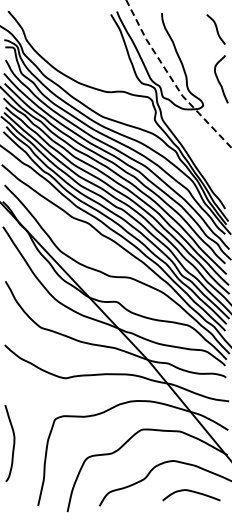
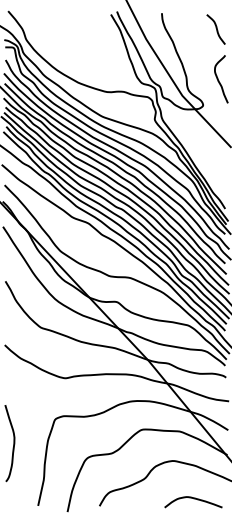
line at (171, 79): dashed -> solid
curve at (191, 492) position: (191, 492) -> (193, 499)
